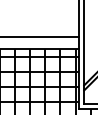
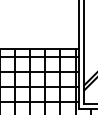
line at (40, 37): present -> none
